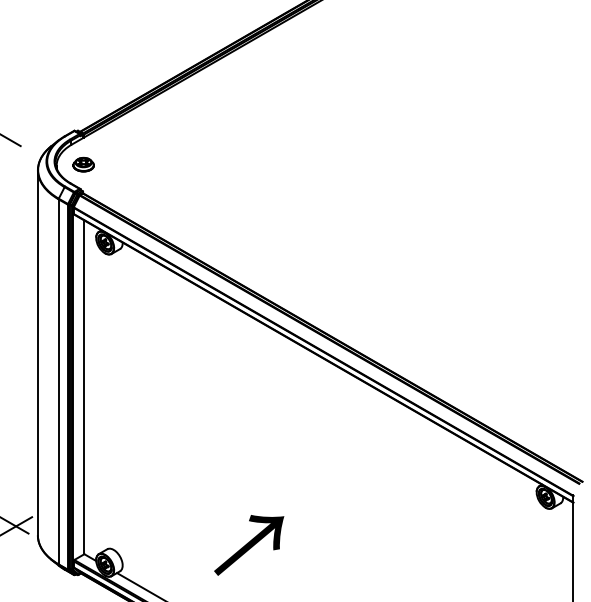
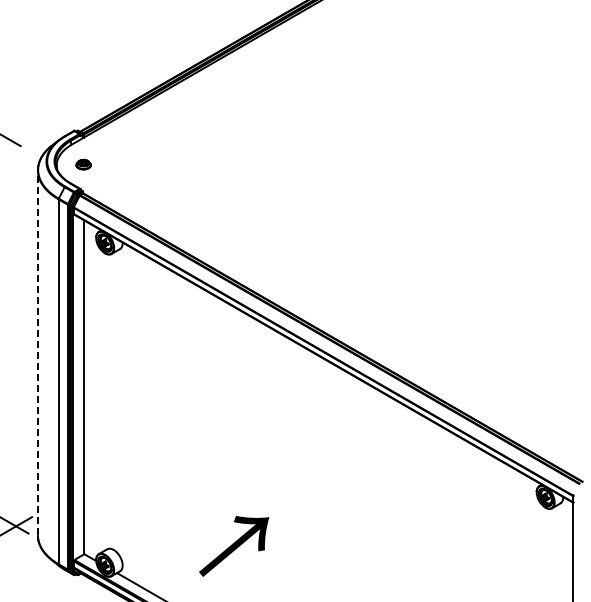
part at (83, 164) size: 23x17 px -> 17x13 px
line at (37, 352): solid -> dashed
text at (249, 545) position: (249, 545) -> (234, 546)
